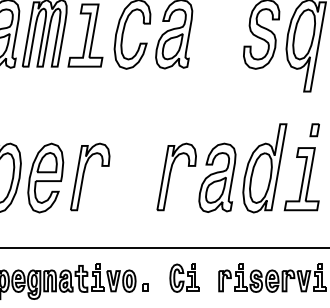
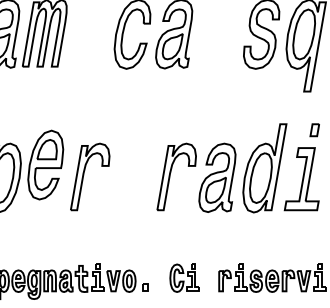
part at (85, 35): present -> none
part at (45, 177) position: (45, 177) -> (45, 164)
line at (164, 248): present -> none
